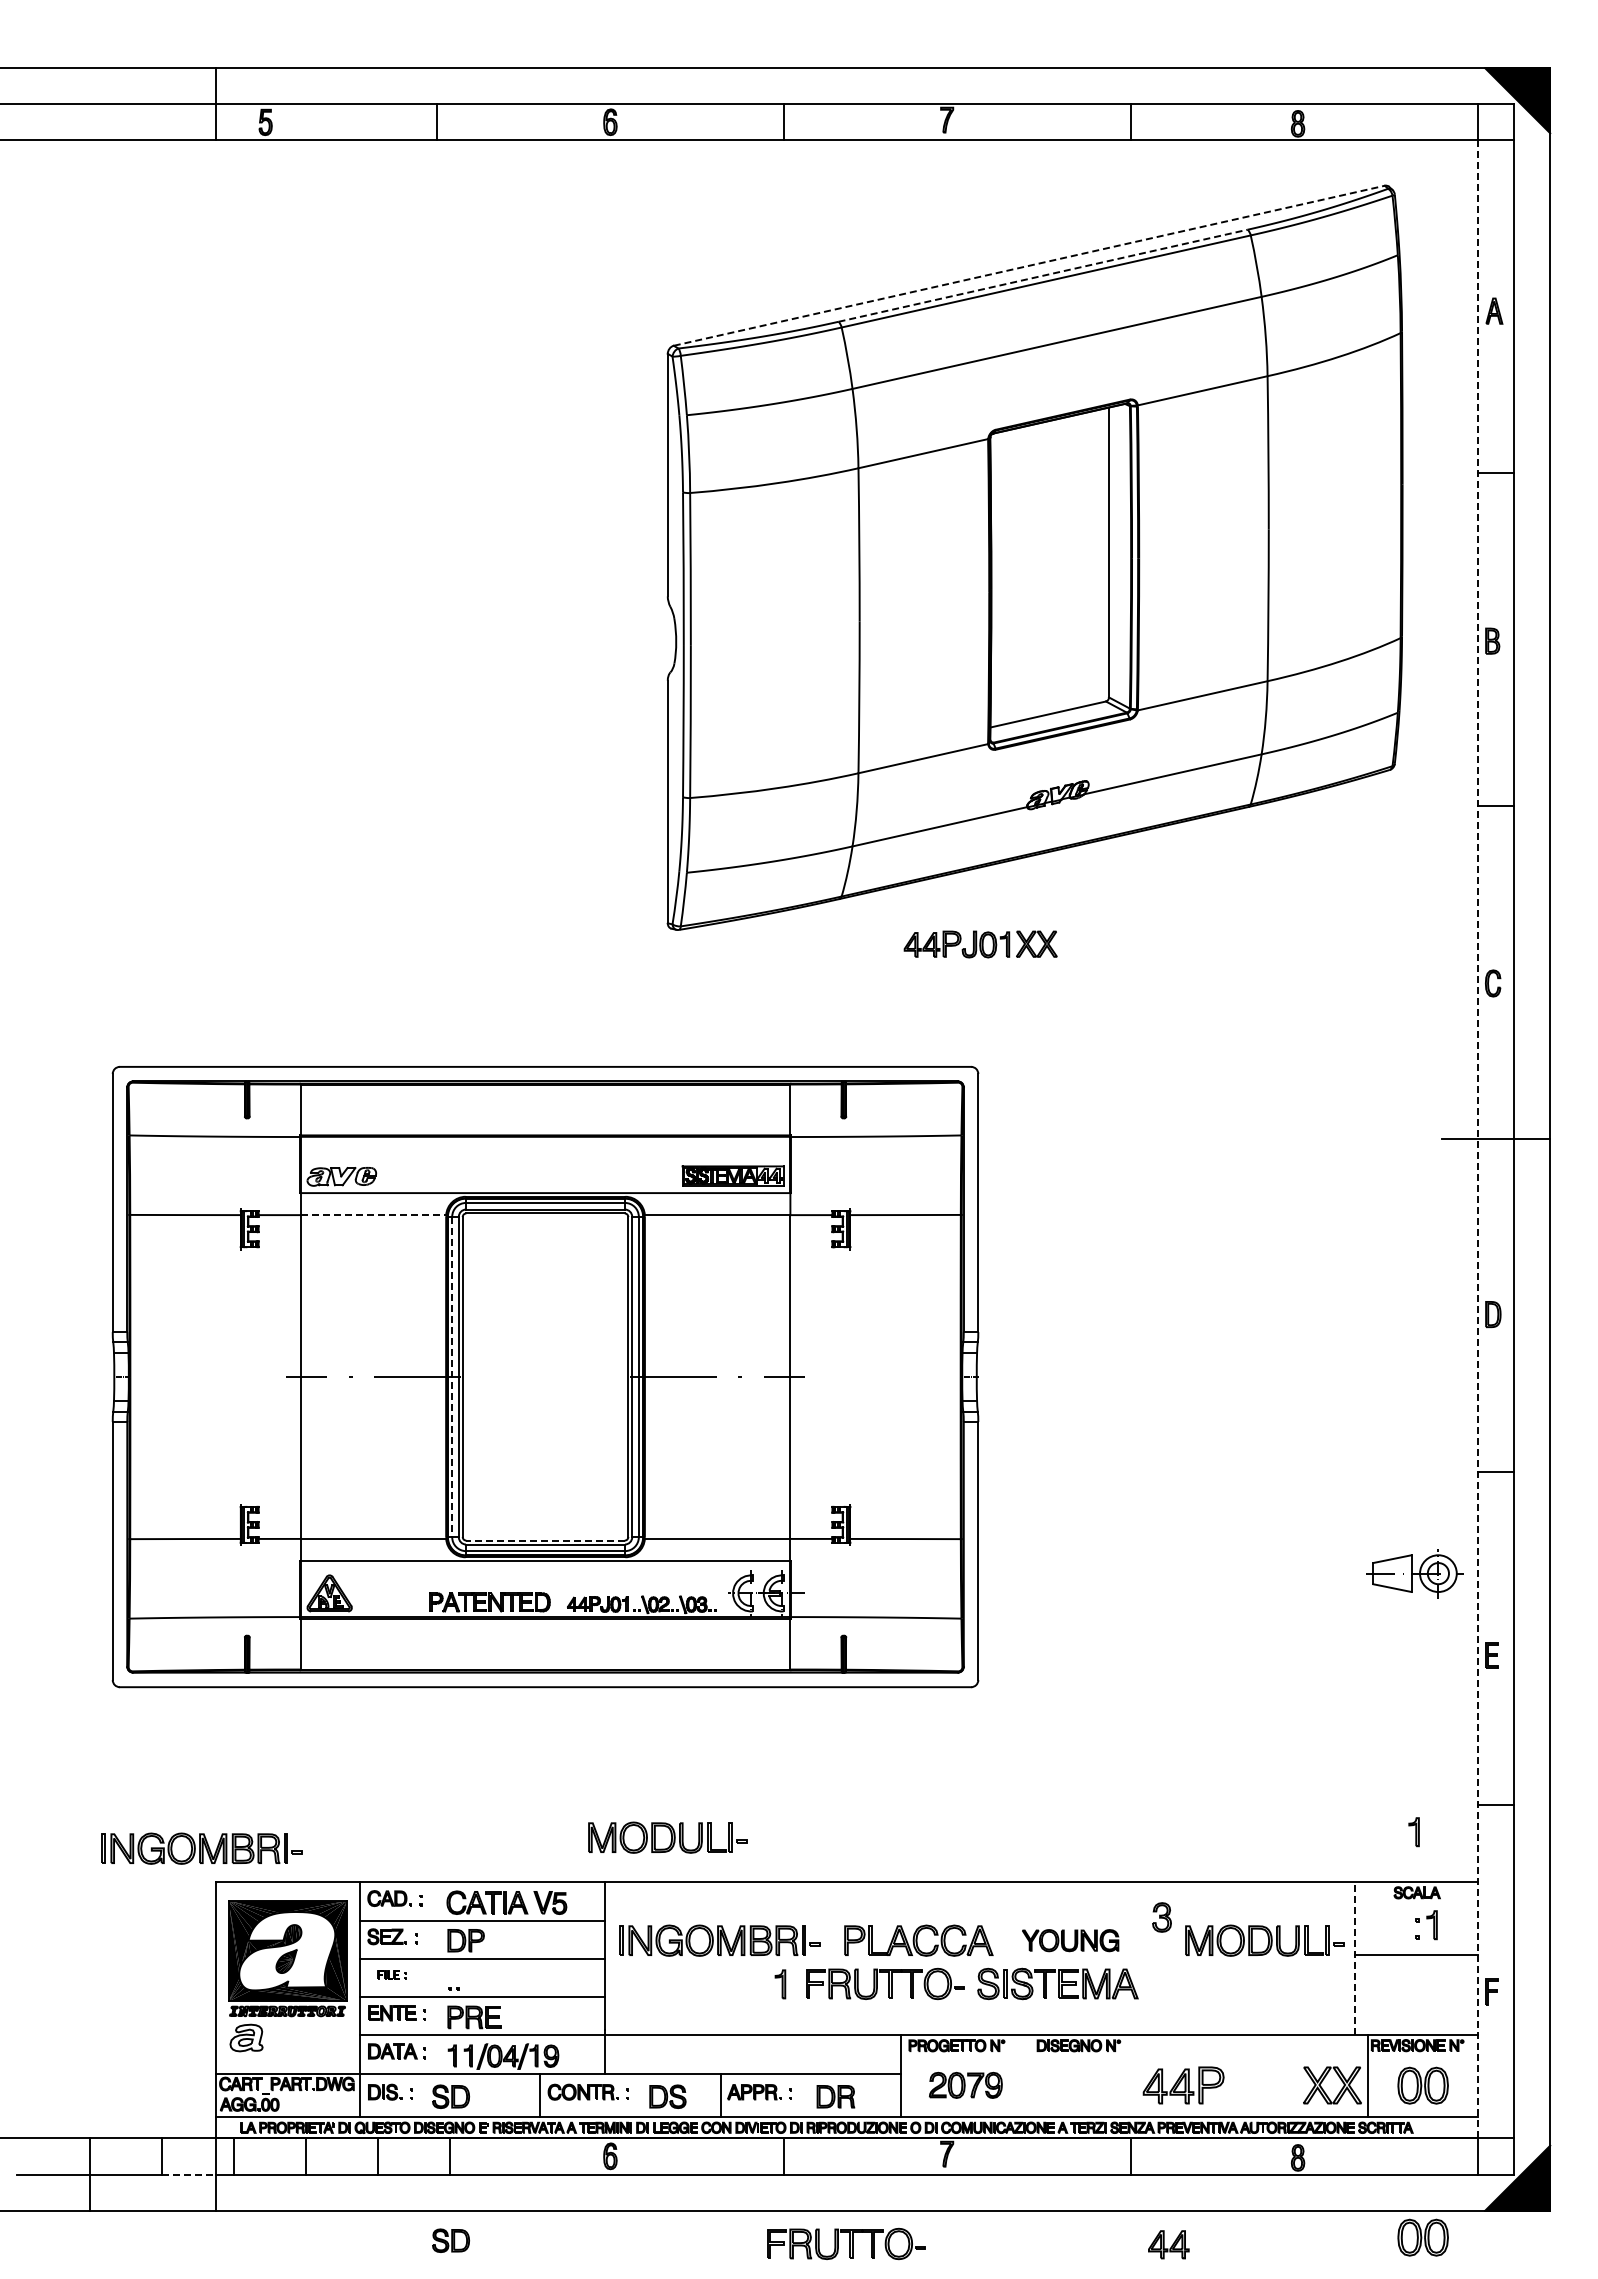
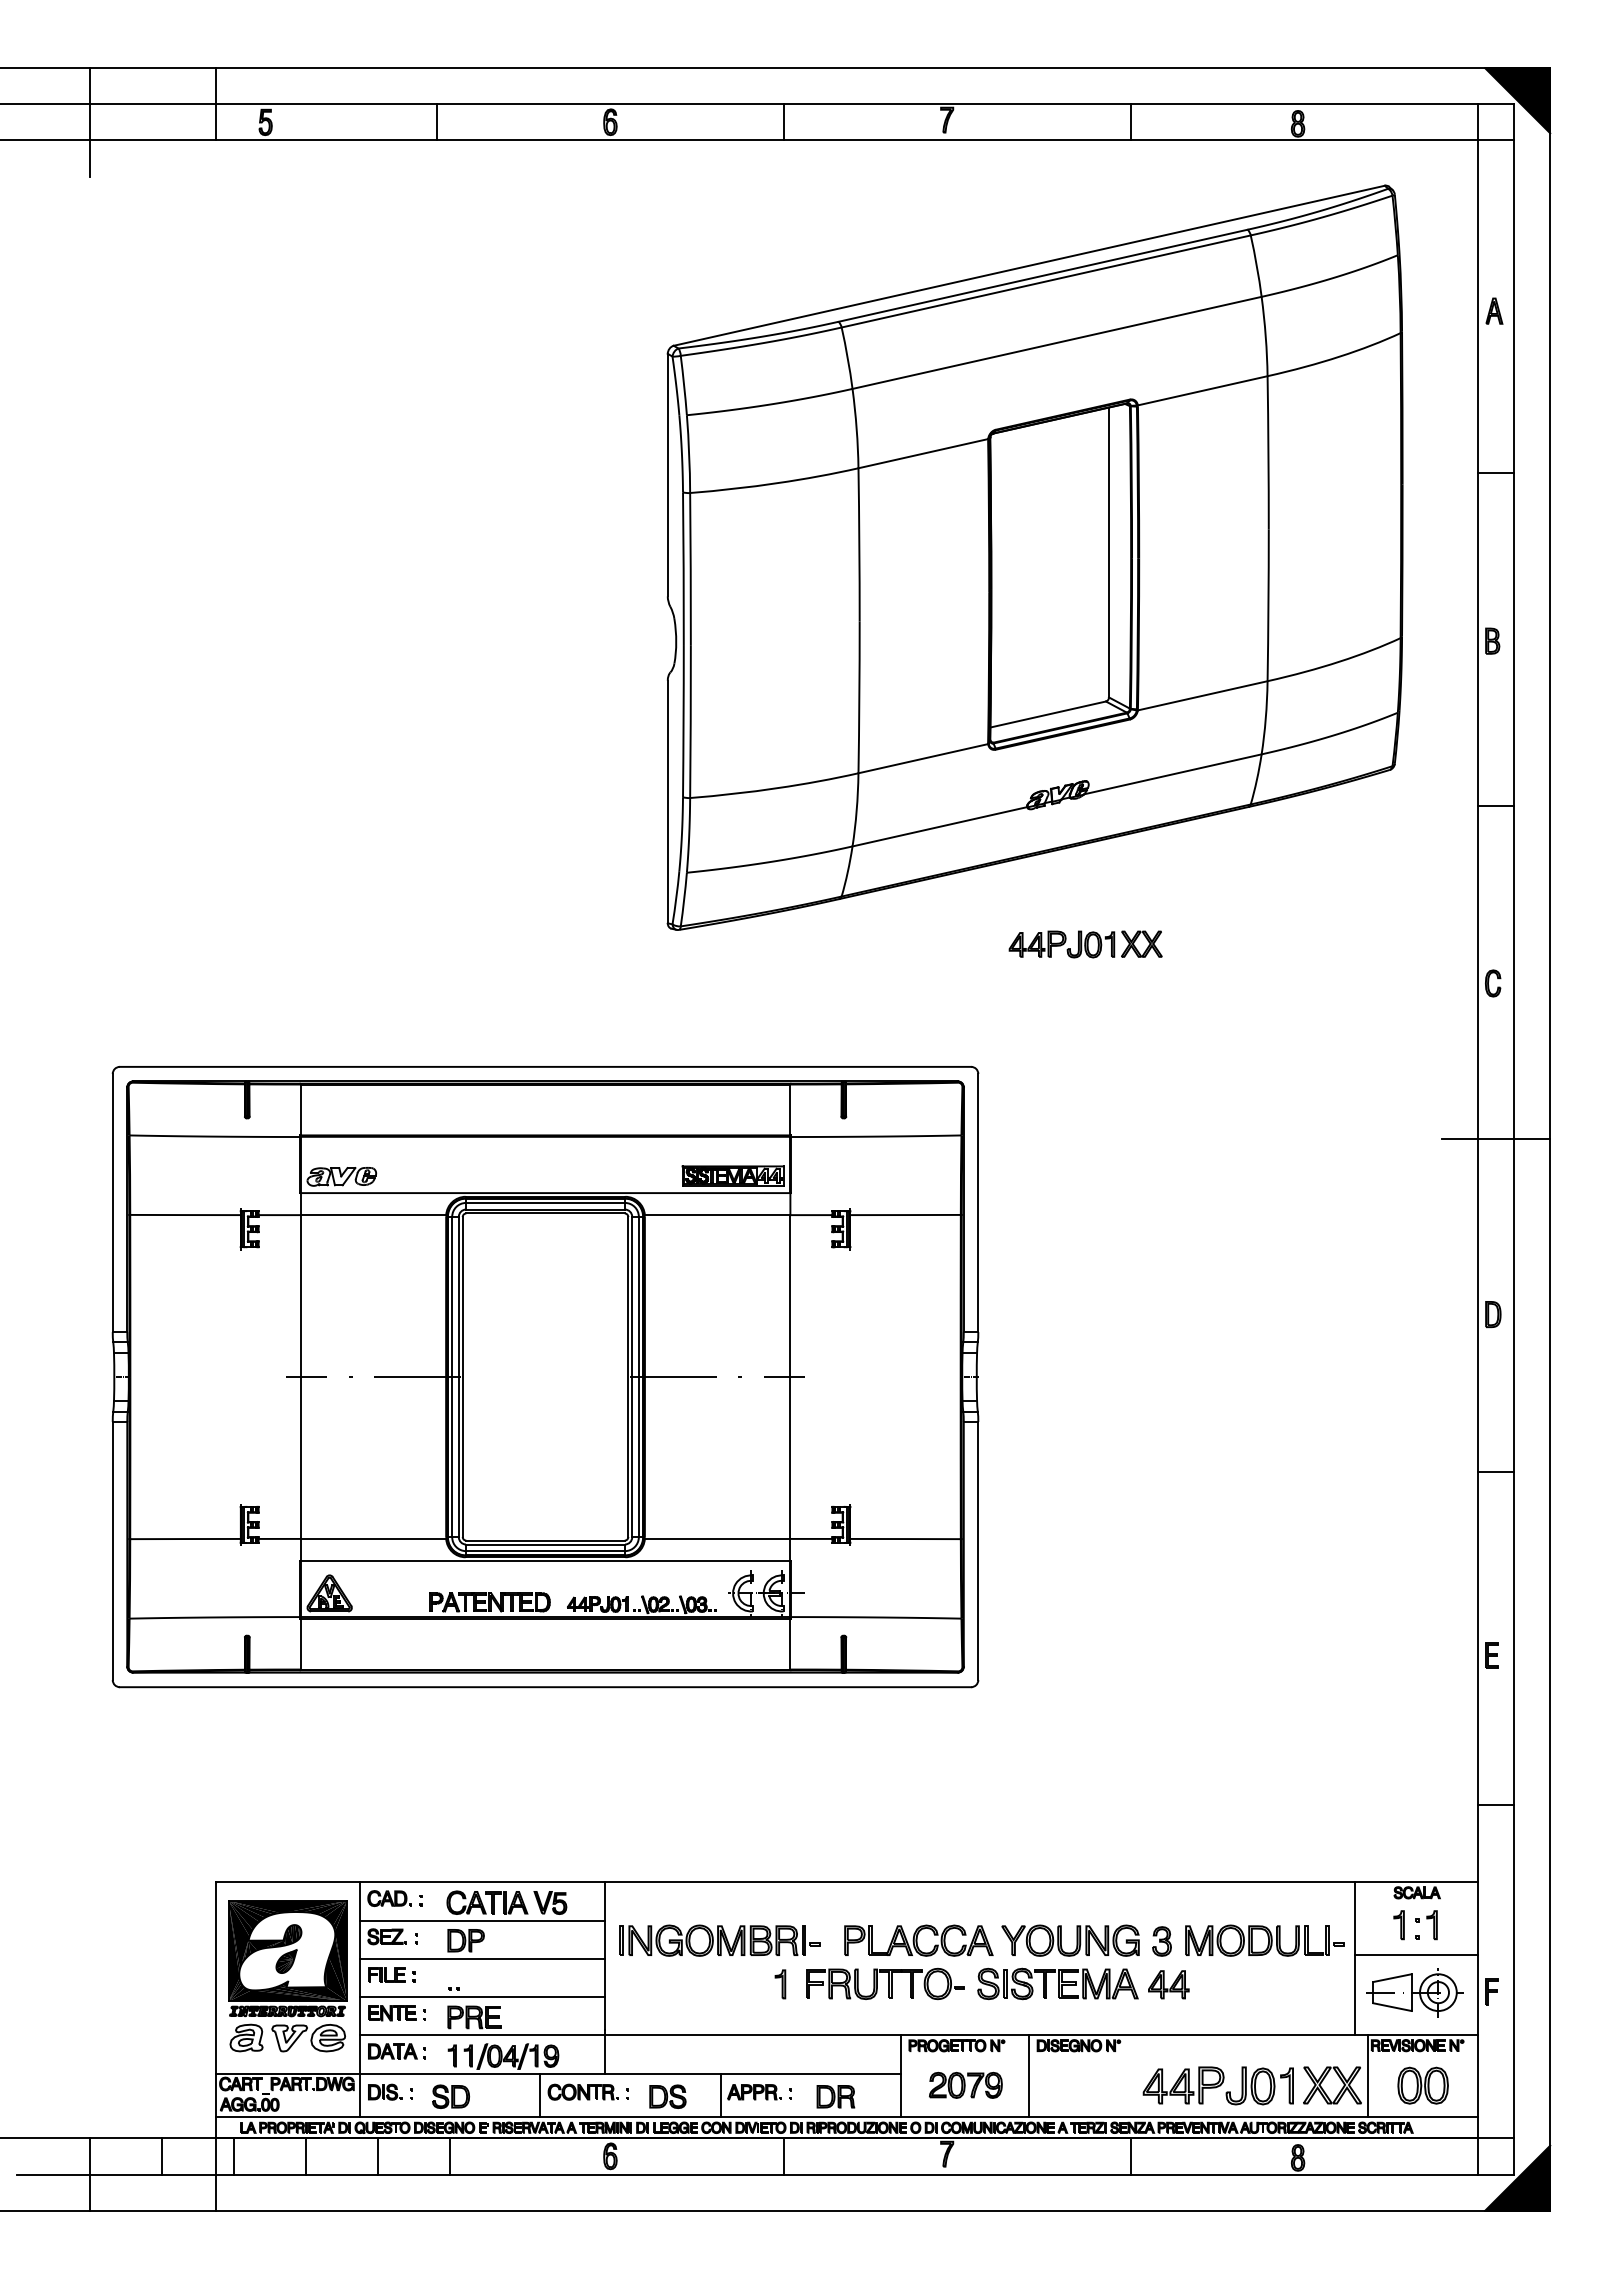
line at (89, 122): none -> present
line at (1029, 265): dashed -> solid
line at (1043, 275): dashed -> solid
part at (980, 944) position: (980, 944) -> (1085, 944)
line at (1478, 1139): dashed -> solid
line at (373, 1215): dashed -> solid
line at (452, 1377): dashed -> solid
line at (545, 1540): dashed -> solid
part at (1414, 1573) position: (1414, 1573) -> (1414, 1992)
part at (1413, 1832) position: (1413, 1832) -> (1398, 1925)
part at (667, 1837): present -> none
part at (201, 1848): present -> none
part at (1161, 1917) position: (1161, 1917) -> (1161, 1941)
part at (1070, 1940) size: 98x24 px -> 139x33 px
line at (1355, 1958): dashed -> solid
part at (391, 1974) size: 30x10 px -> 48x16 px
part at (308, 2038): none -> present
line at (1029, 2075): none -> present
part at (1259, 2085): none -> present
line at (189, 2174): dashed -> solid
part at (1422, 2237): present -> none
part at (450, 2240): present -> none
part at (846, 2243): present -> none
part at (1168, 2244) position: (1168, 2244) -> (1168, 1984)
